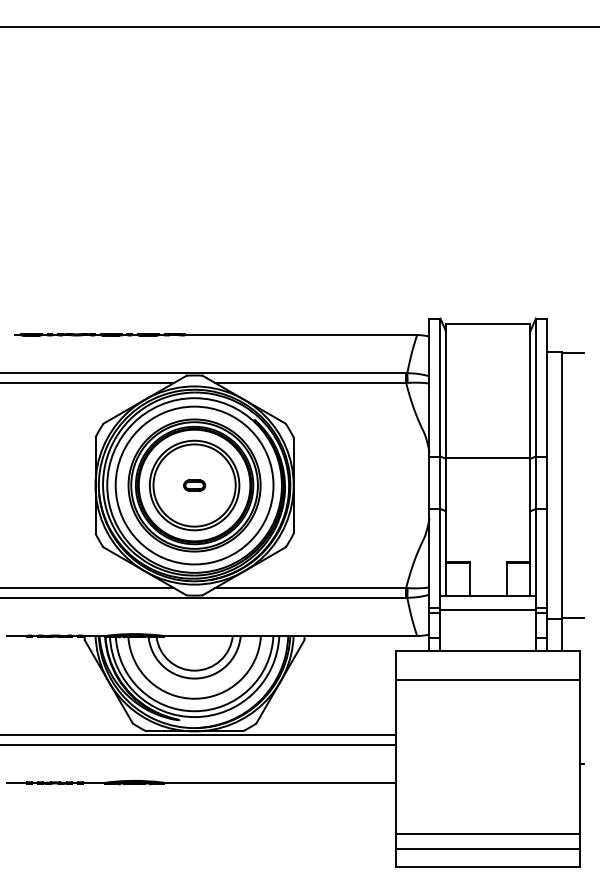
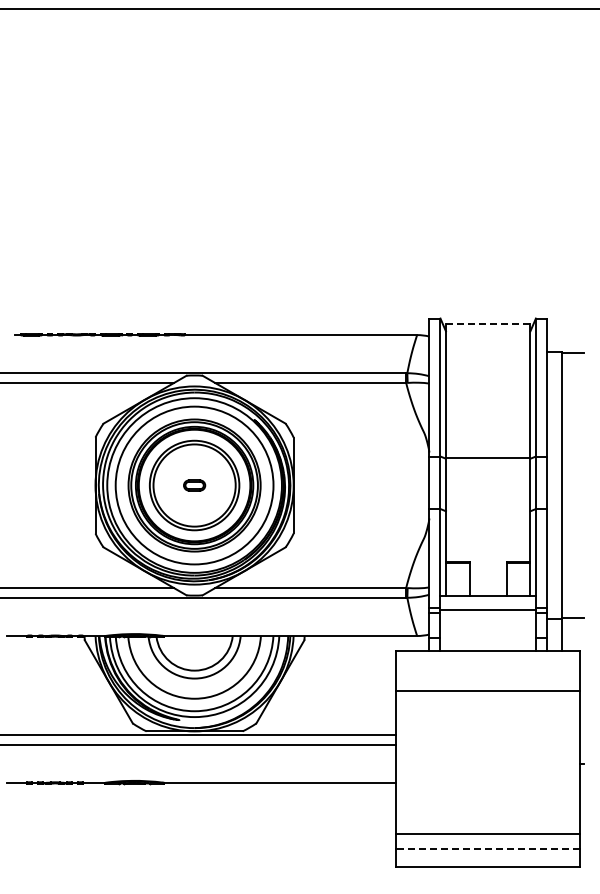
line at (299, 26) position: (299, 26) -> (299, 8)
line at (487, 324): solid -> dashed
line at (487, 680) position: (487, 680) -> (487, 691)
line at (488, 848): solid -> dashed
